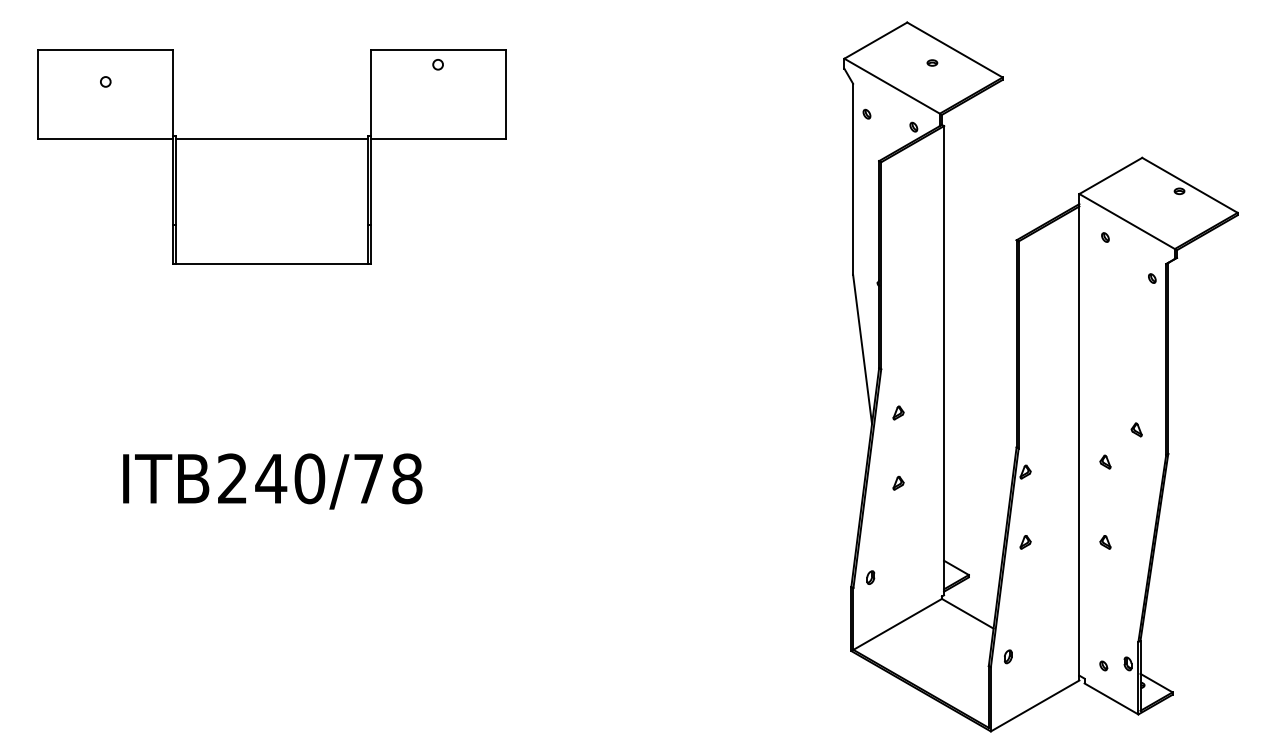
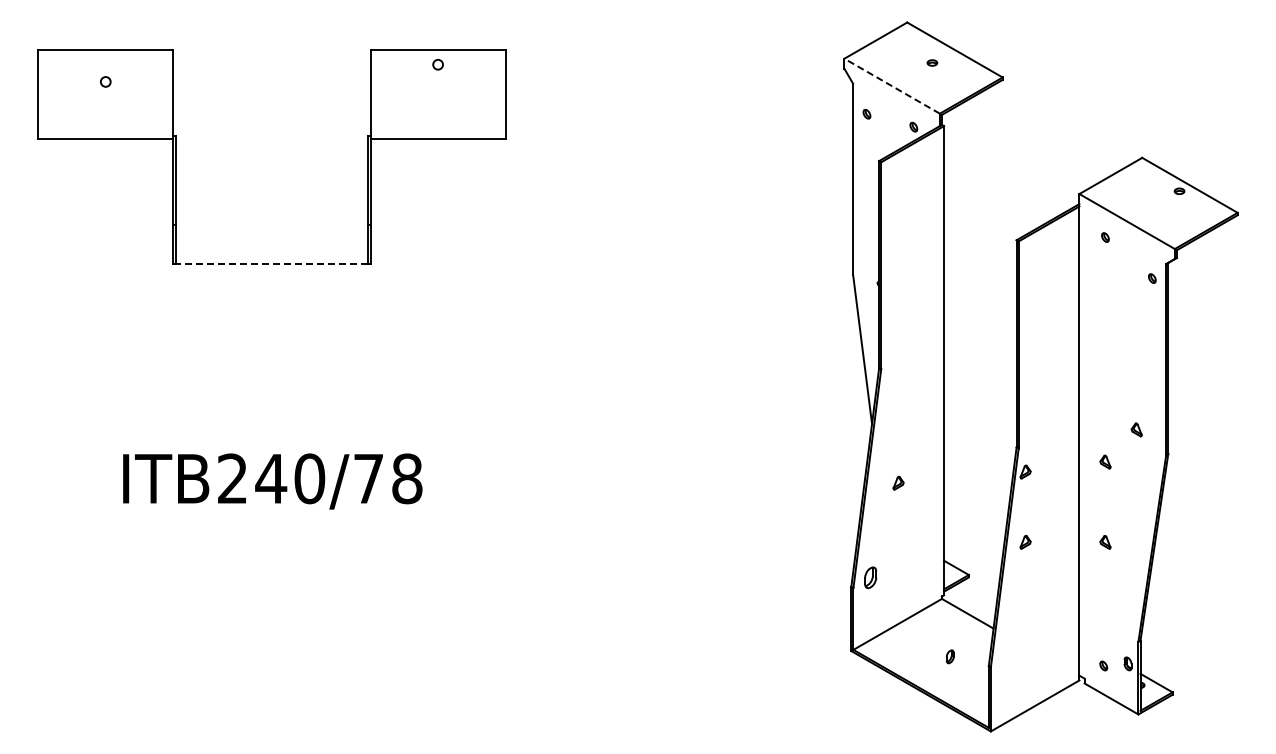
line at (891, 85): solid -> dashed
line at (271, 138): present -> none
line at (271, 264): solid -> dashed
part at (898, 412): present -> none
part at (870, 577) size: 10x15 px -> 14x23 px
part at (1008, 656) position: (1008, 656) -> (950, 656)
